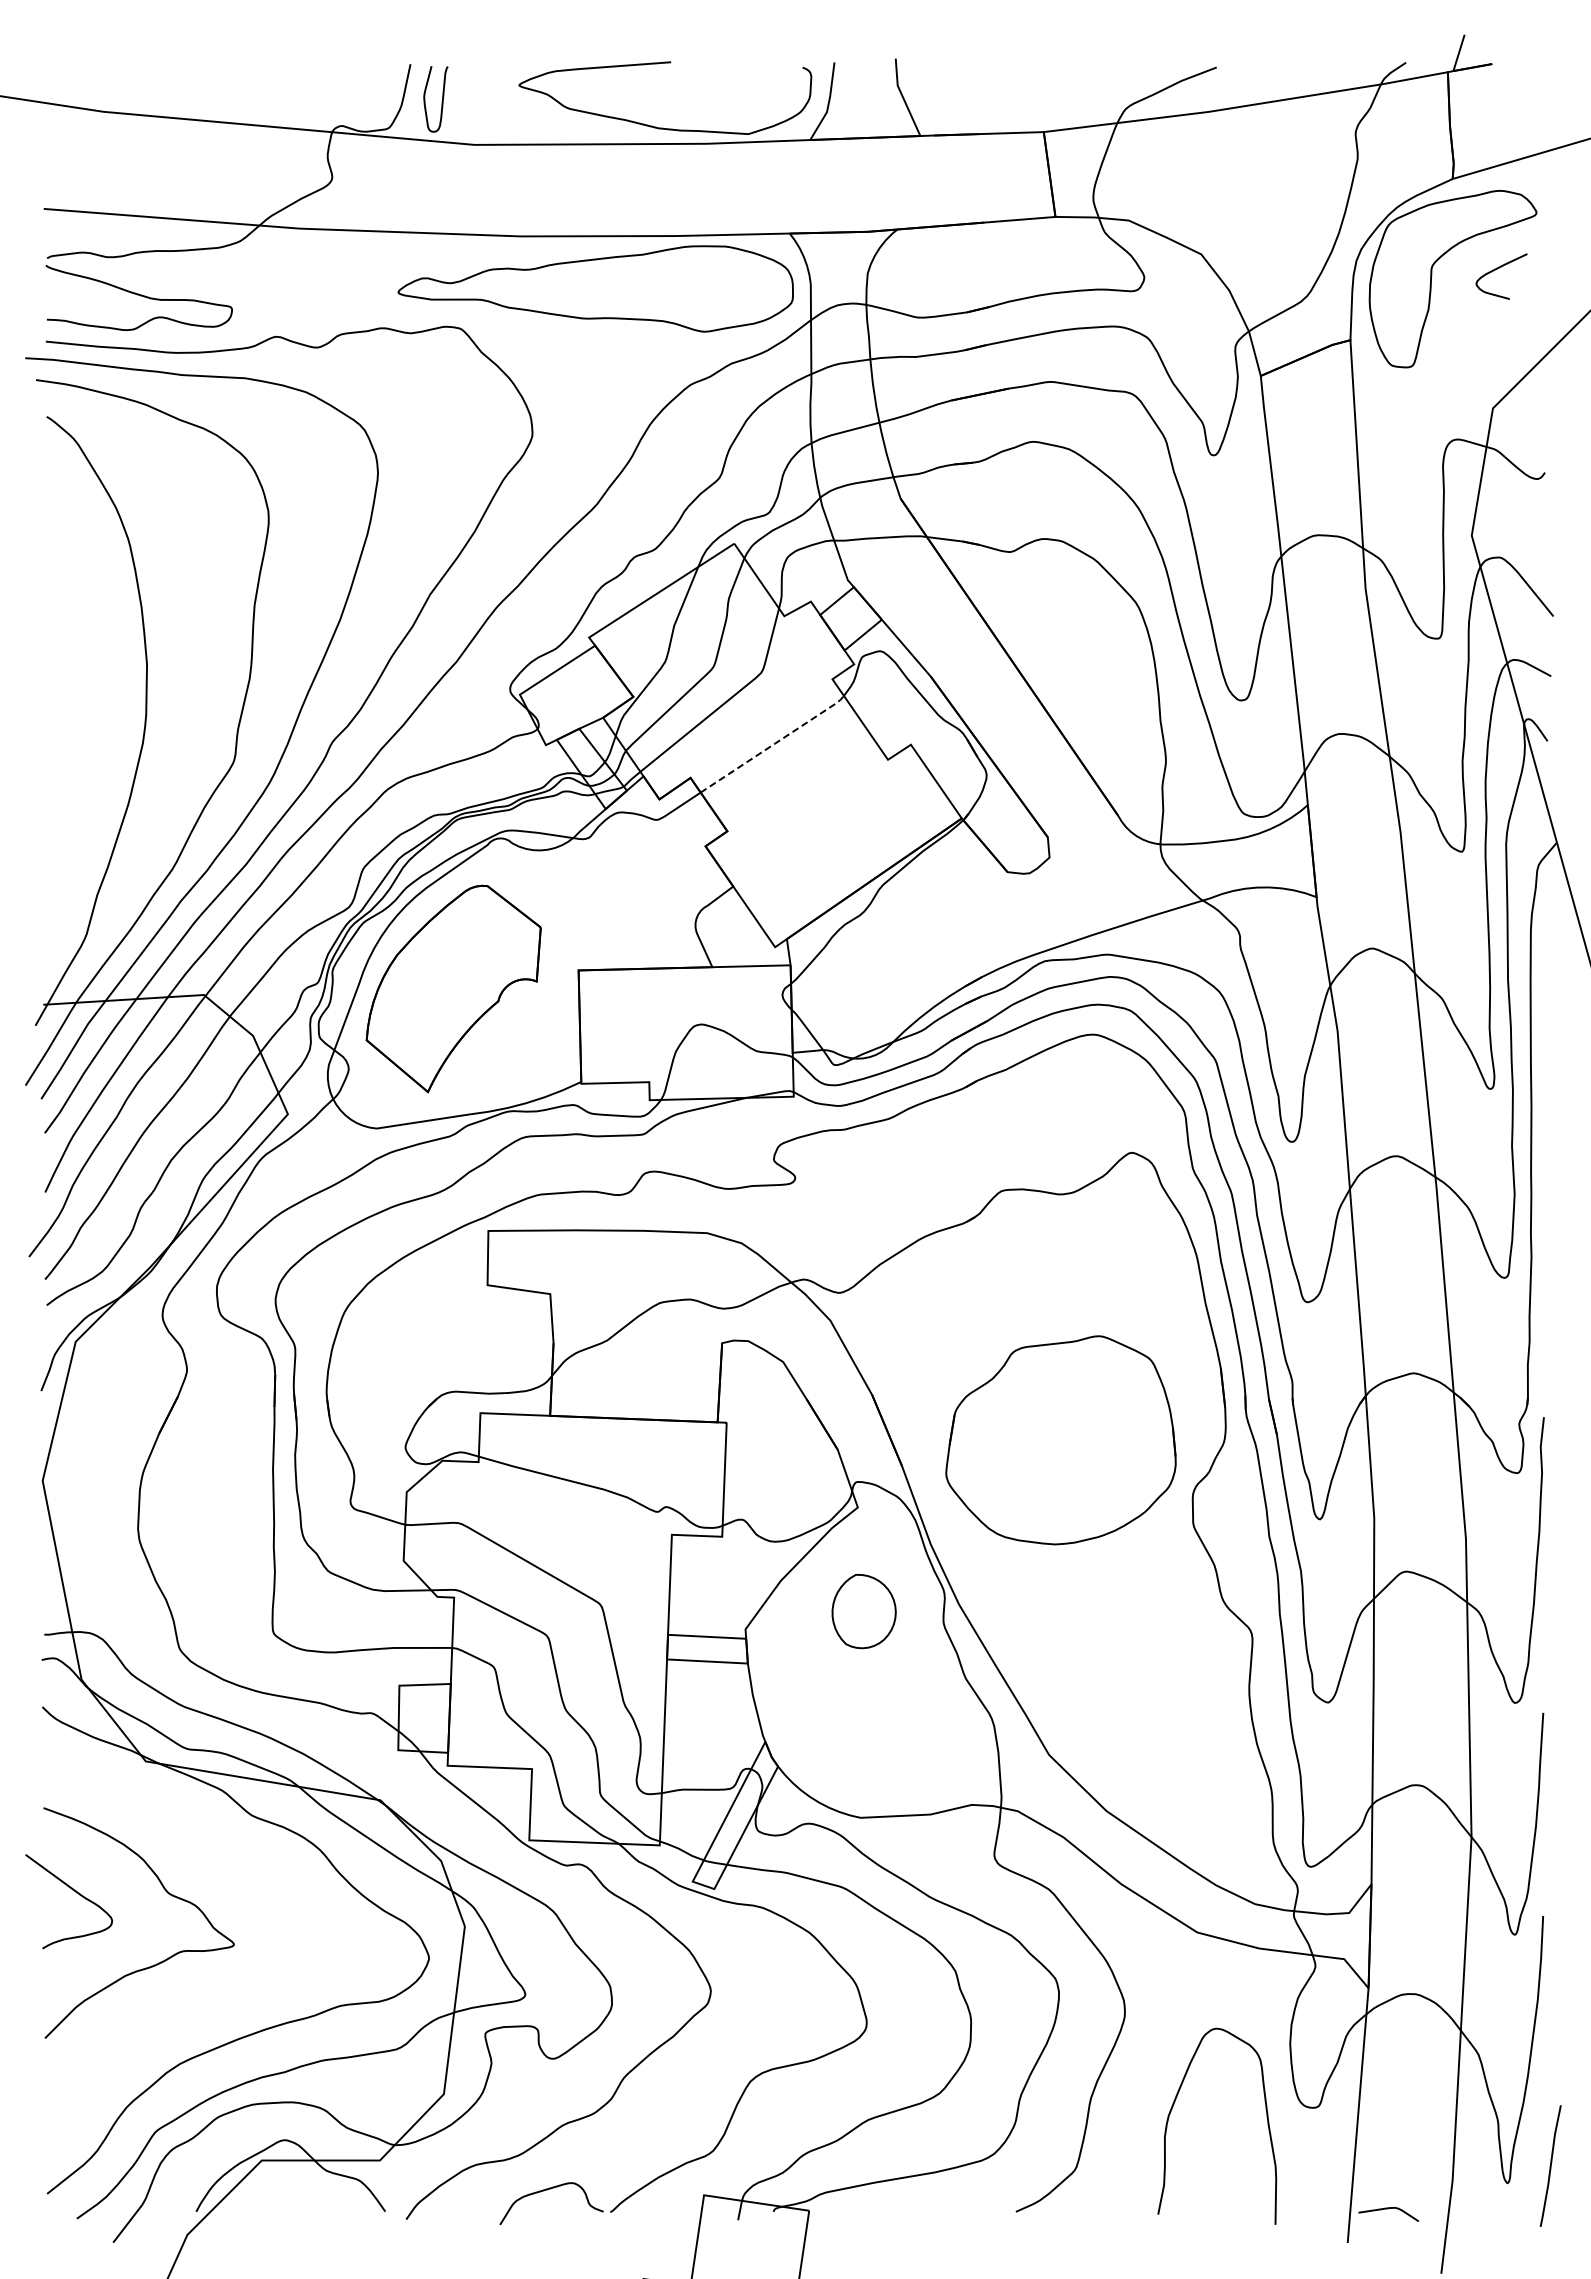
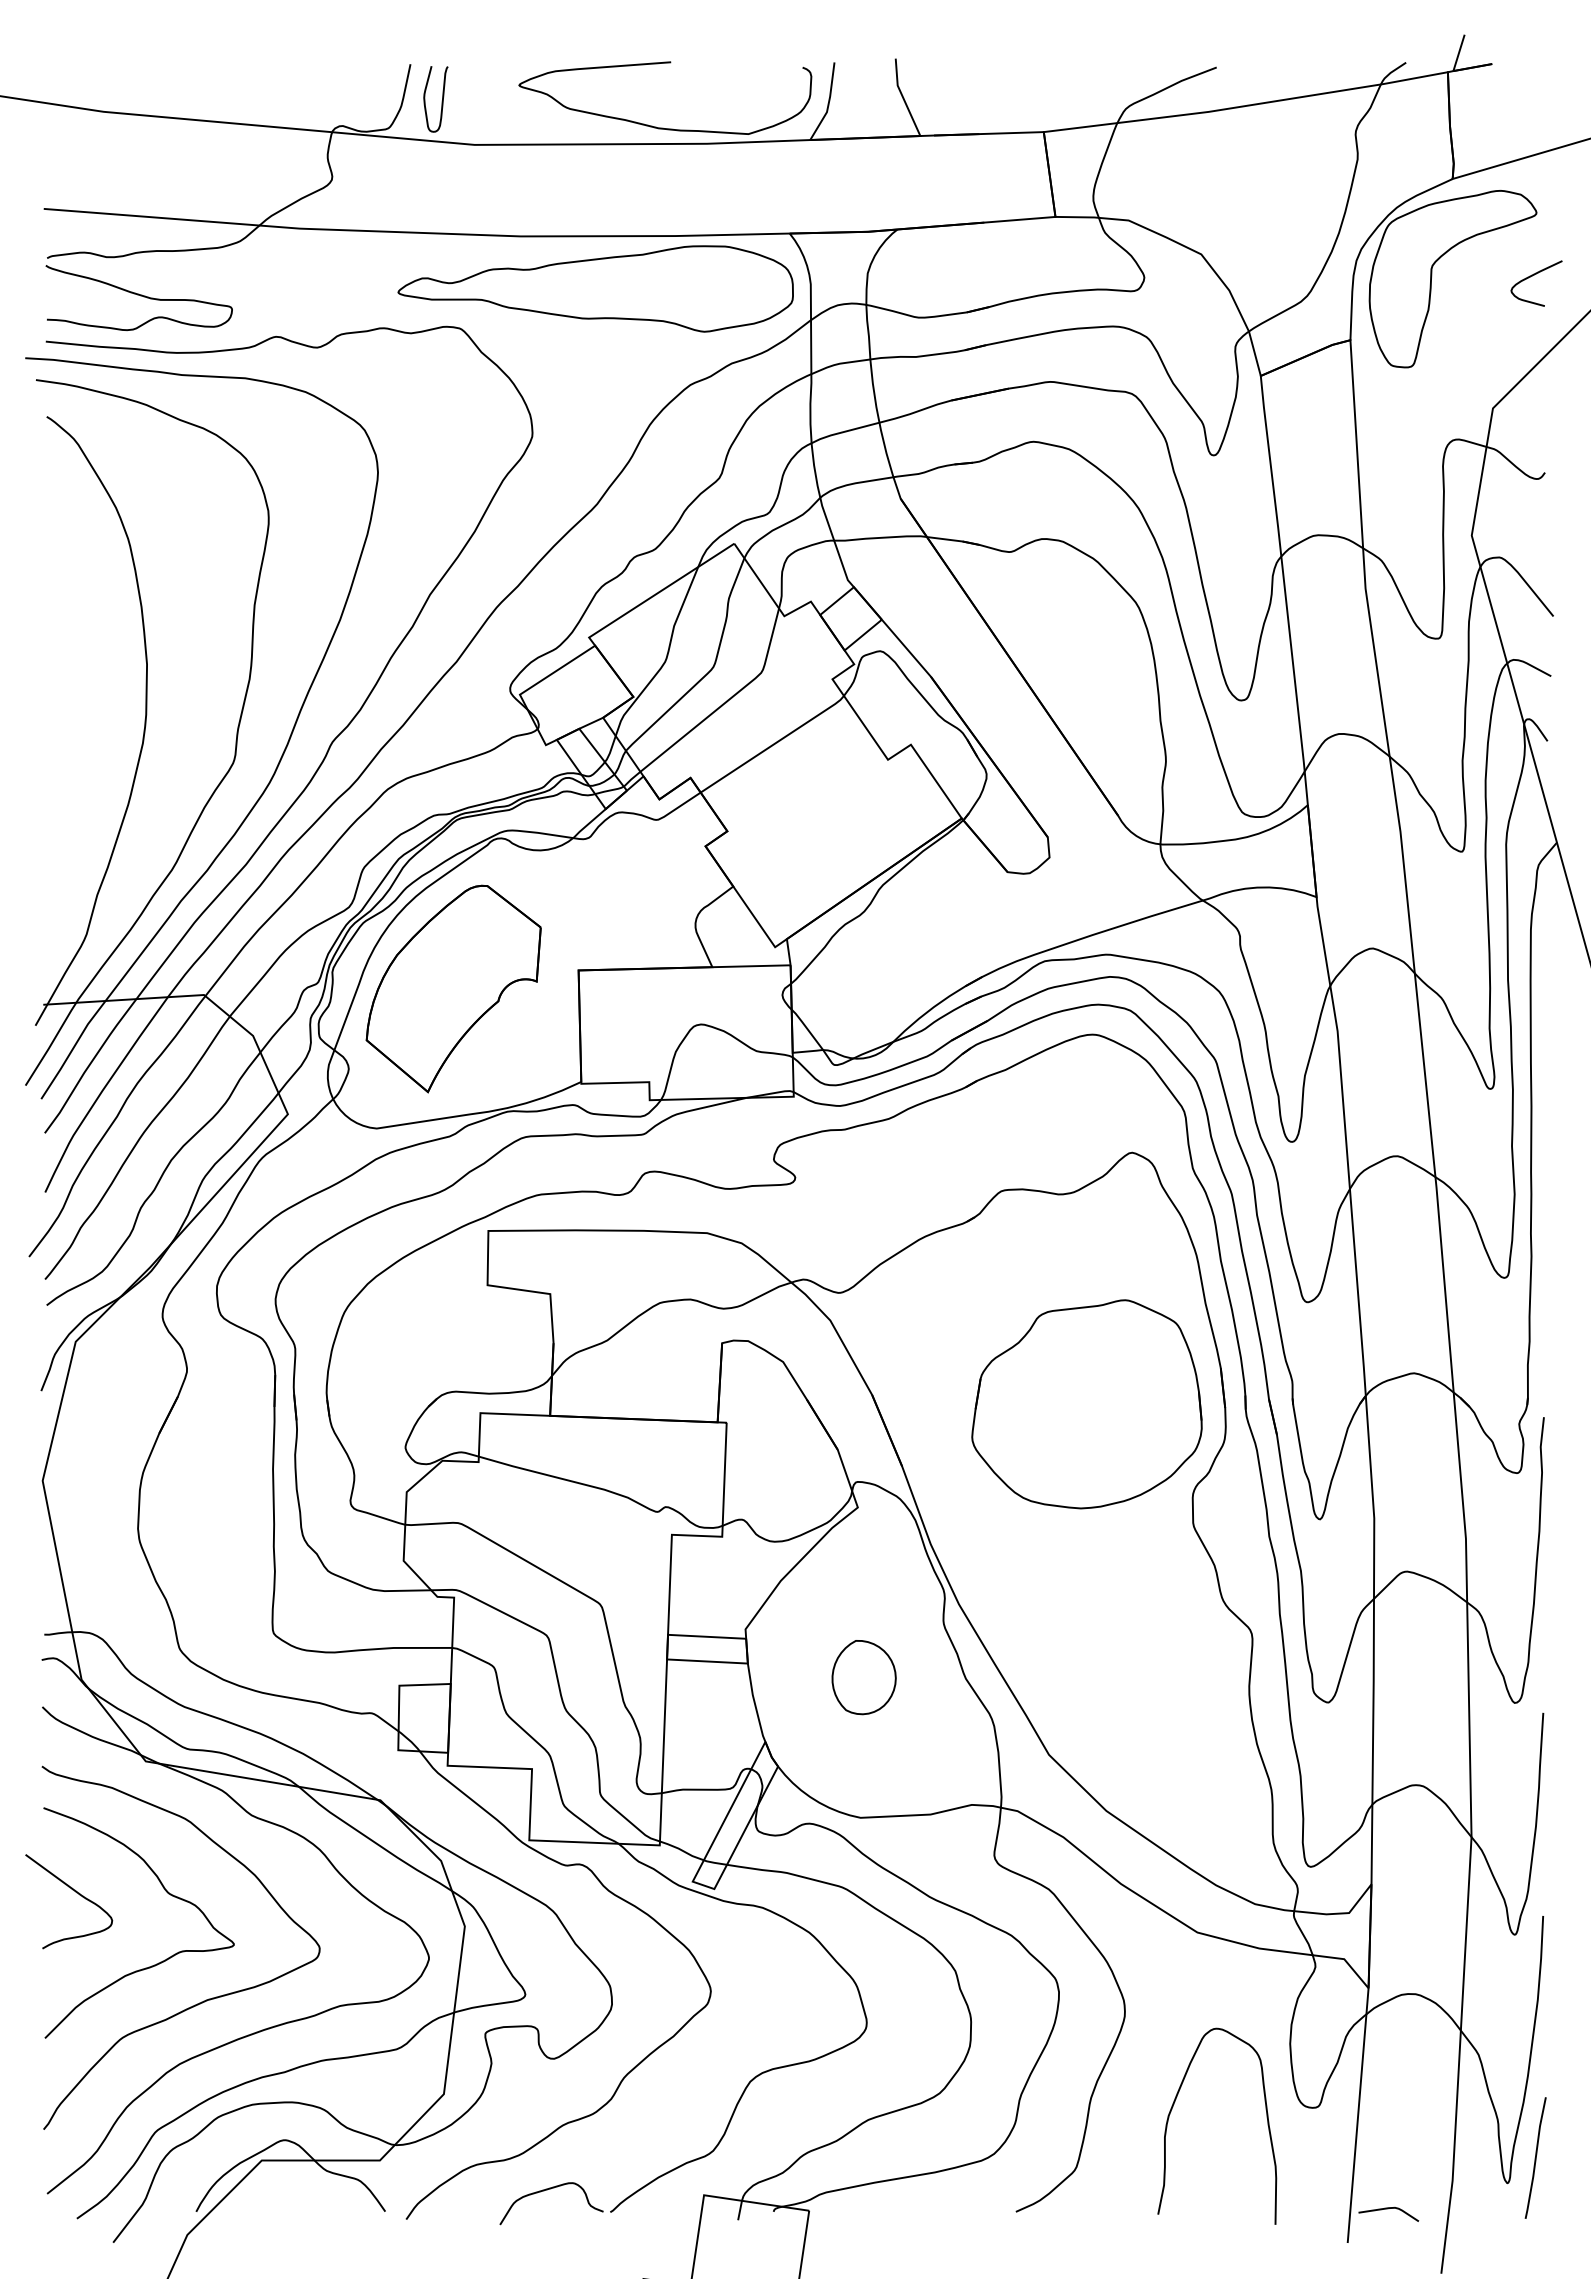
curve at (1497, 269) position: (1497, 269) -> (1532, 276)
line at (774, 743): dashed -> solid
part at (1060, 1440) position: (1060, 1440) -> (1086, 1404)
part at (863, 1611) position: (863, 1611) -> (863, 1677)
curve at (203, 2000): none -> present
line at (1550, 2165) position: (1550, 2165) -> (1535, 2157)
